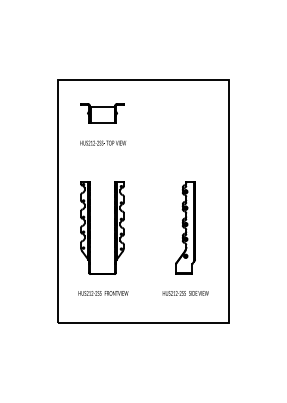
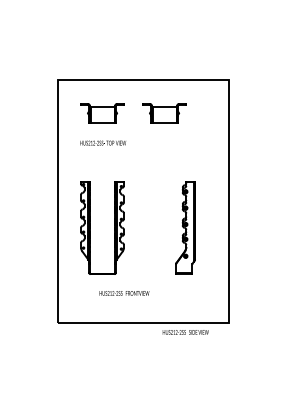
part at (164, 113): none -> present
text at (103, 293) position: (103, 293) -> (124, 293)
text at (185, 293) position: (185, 293) -> (185, 332)
